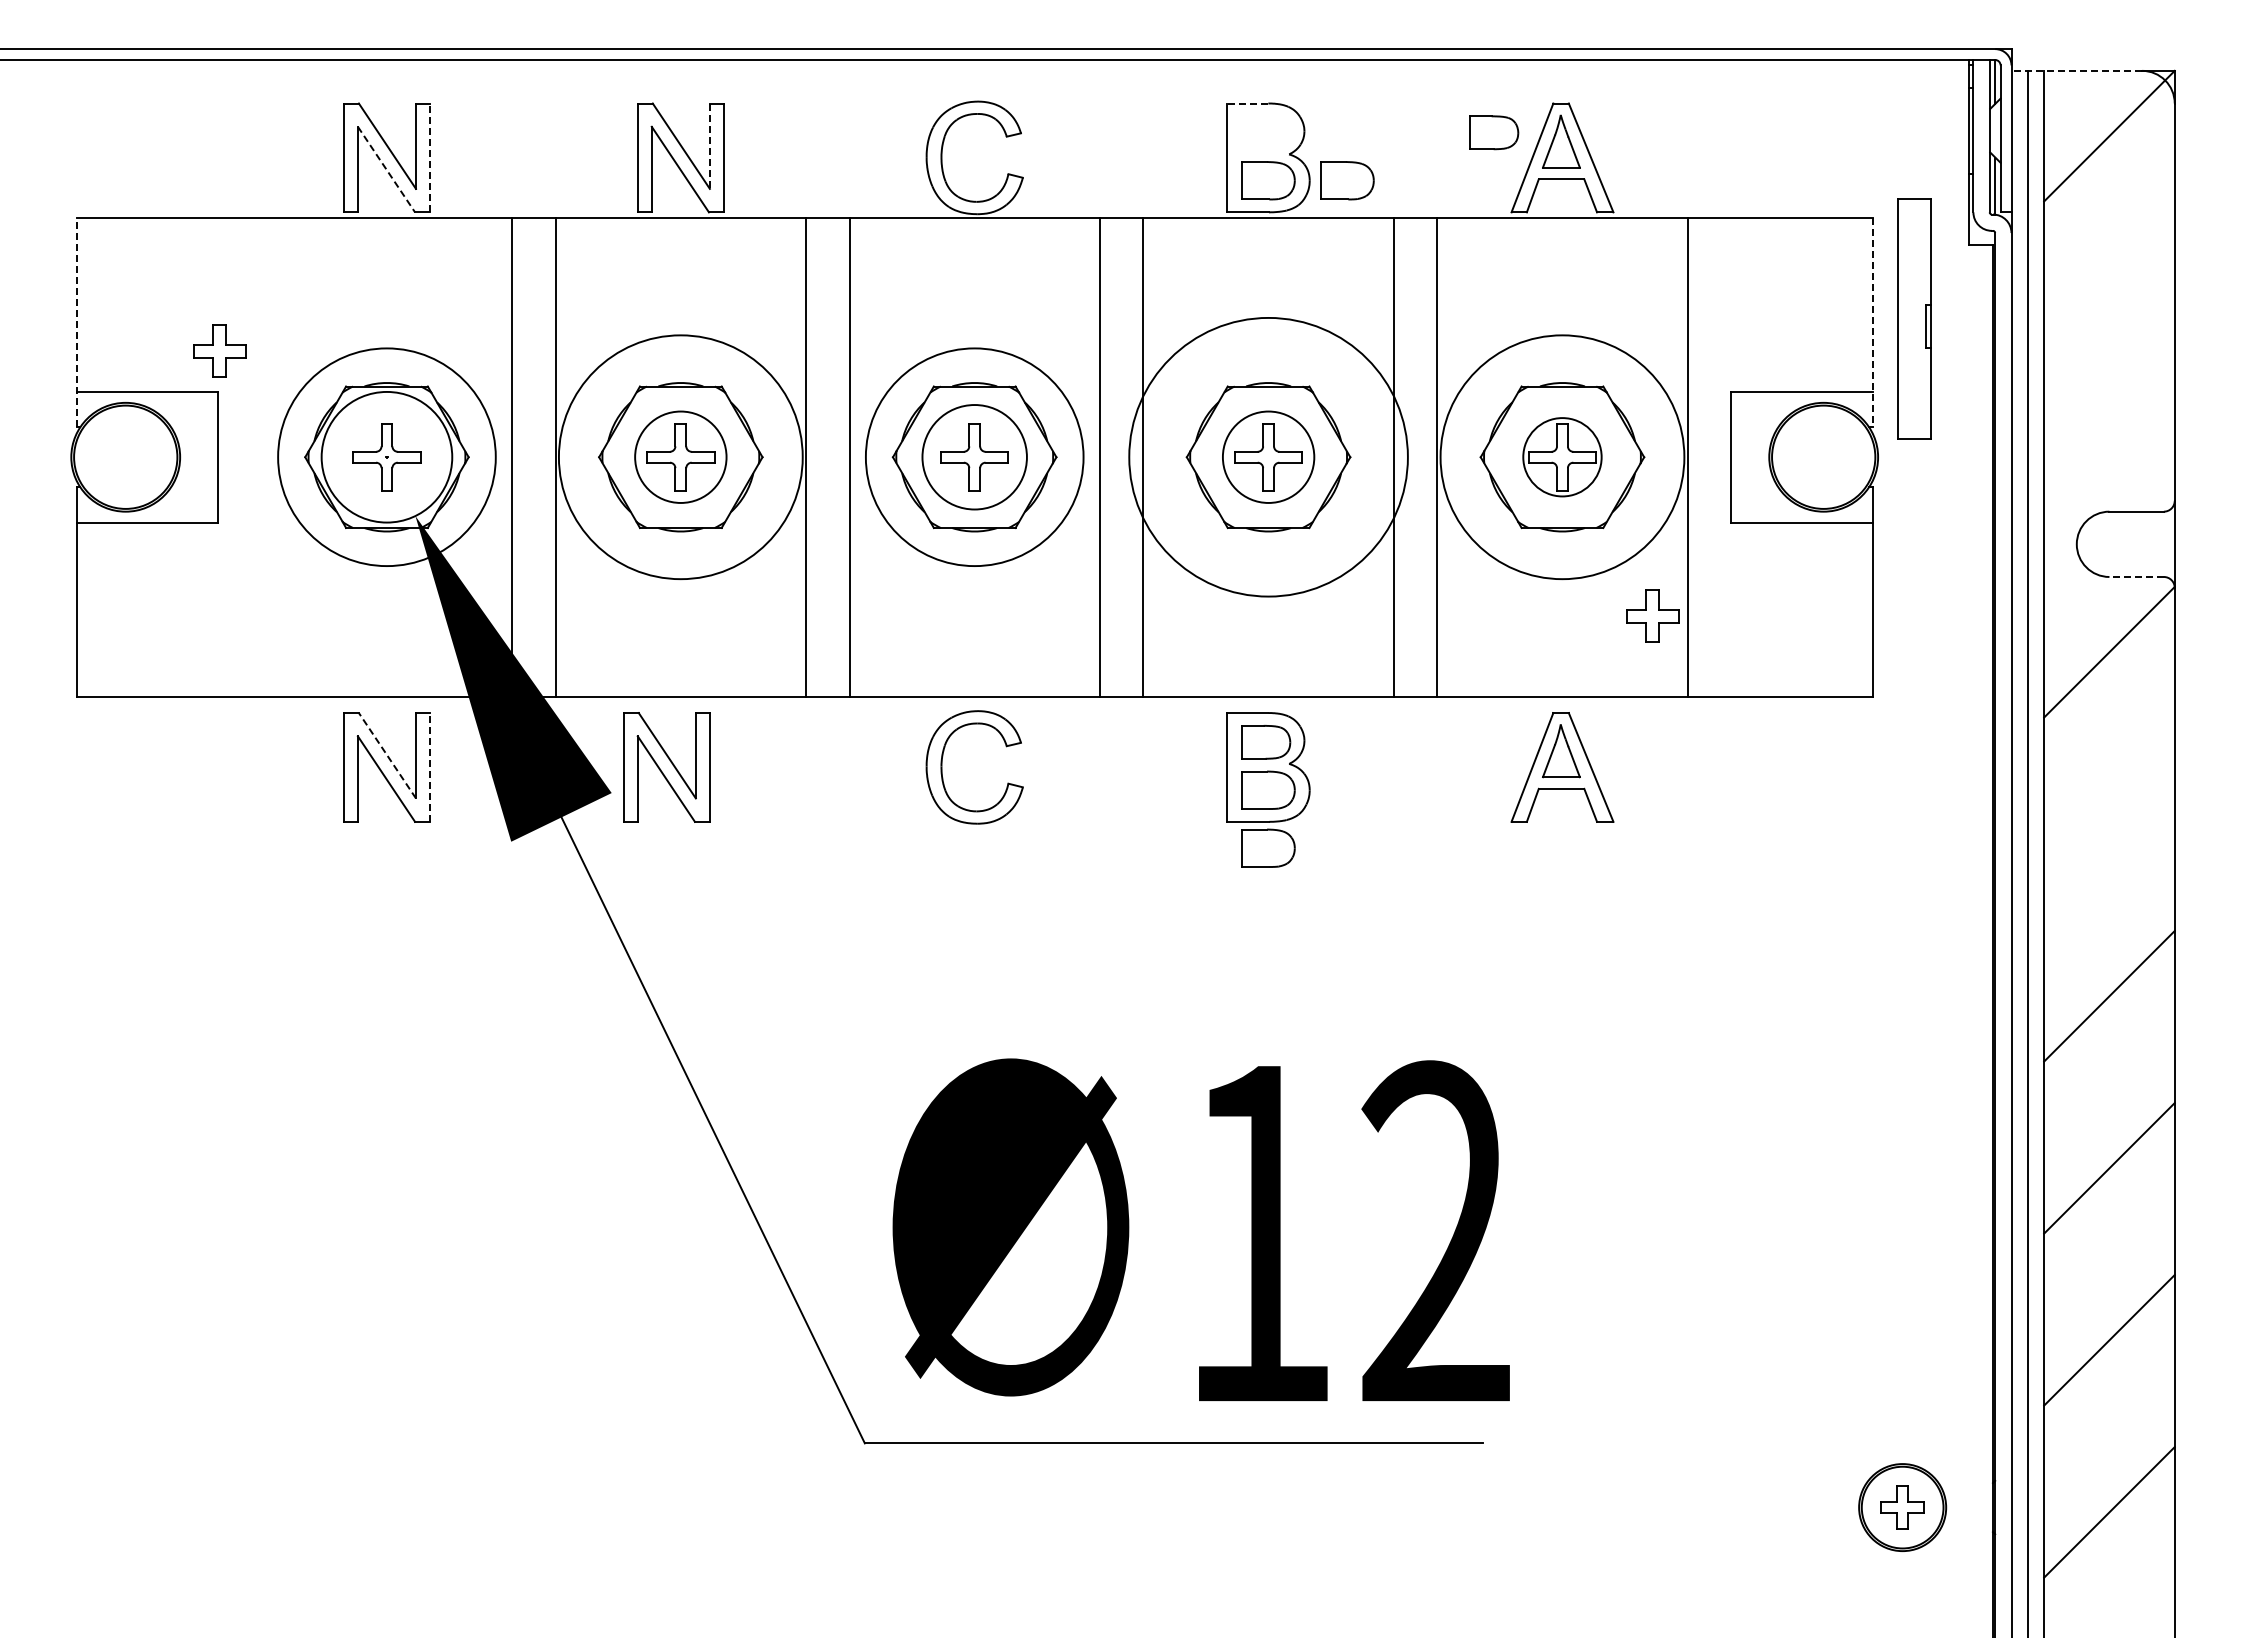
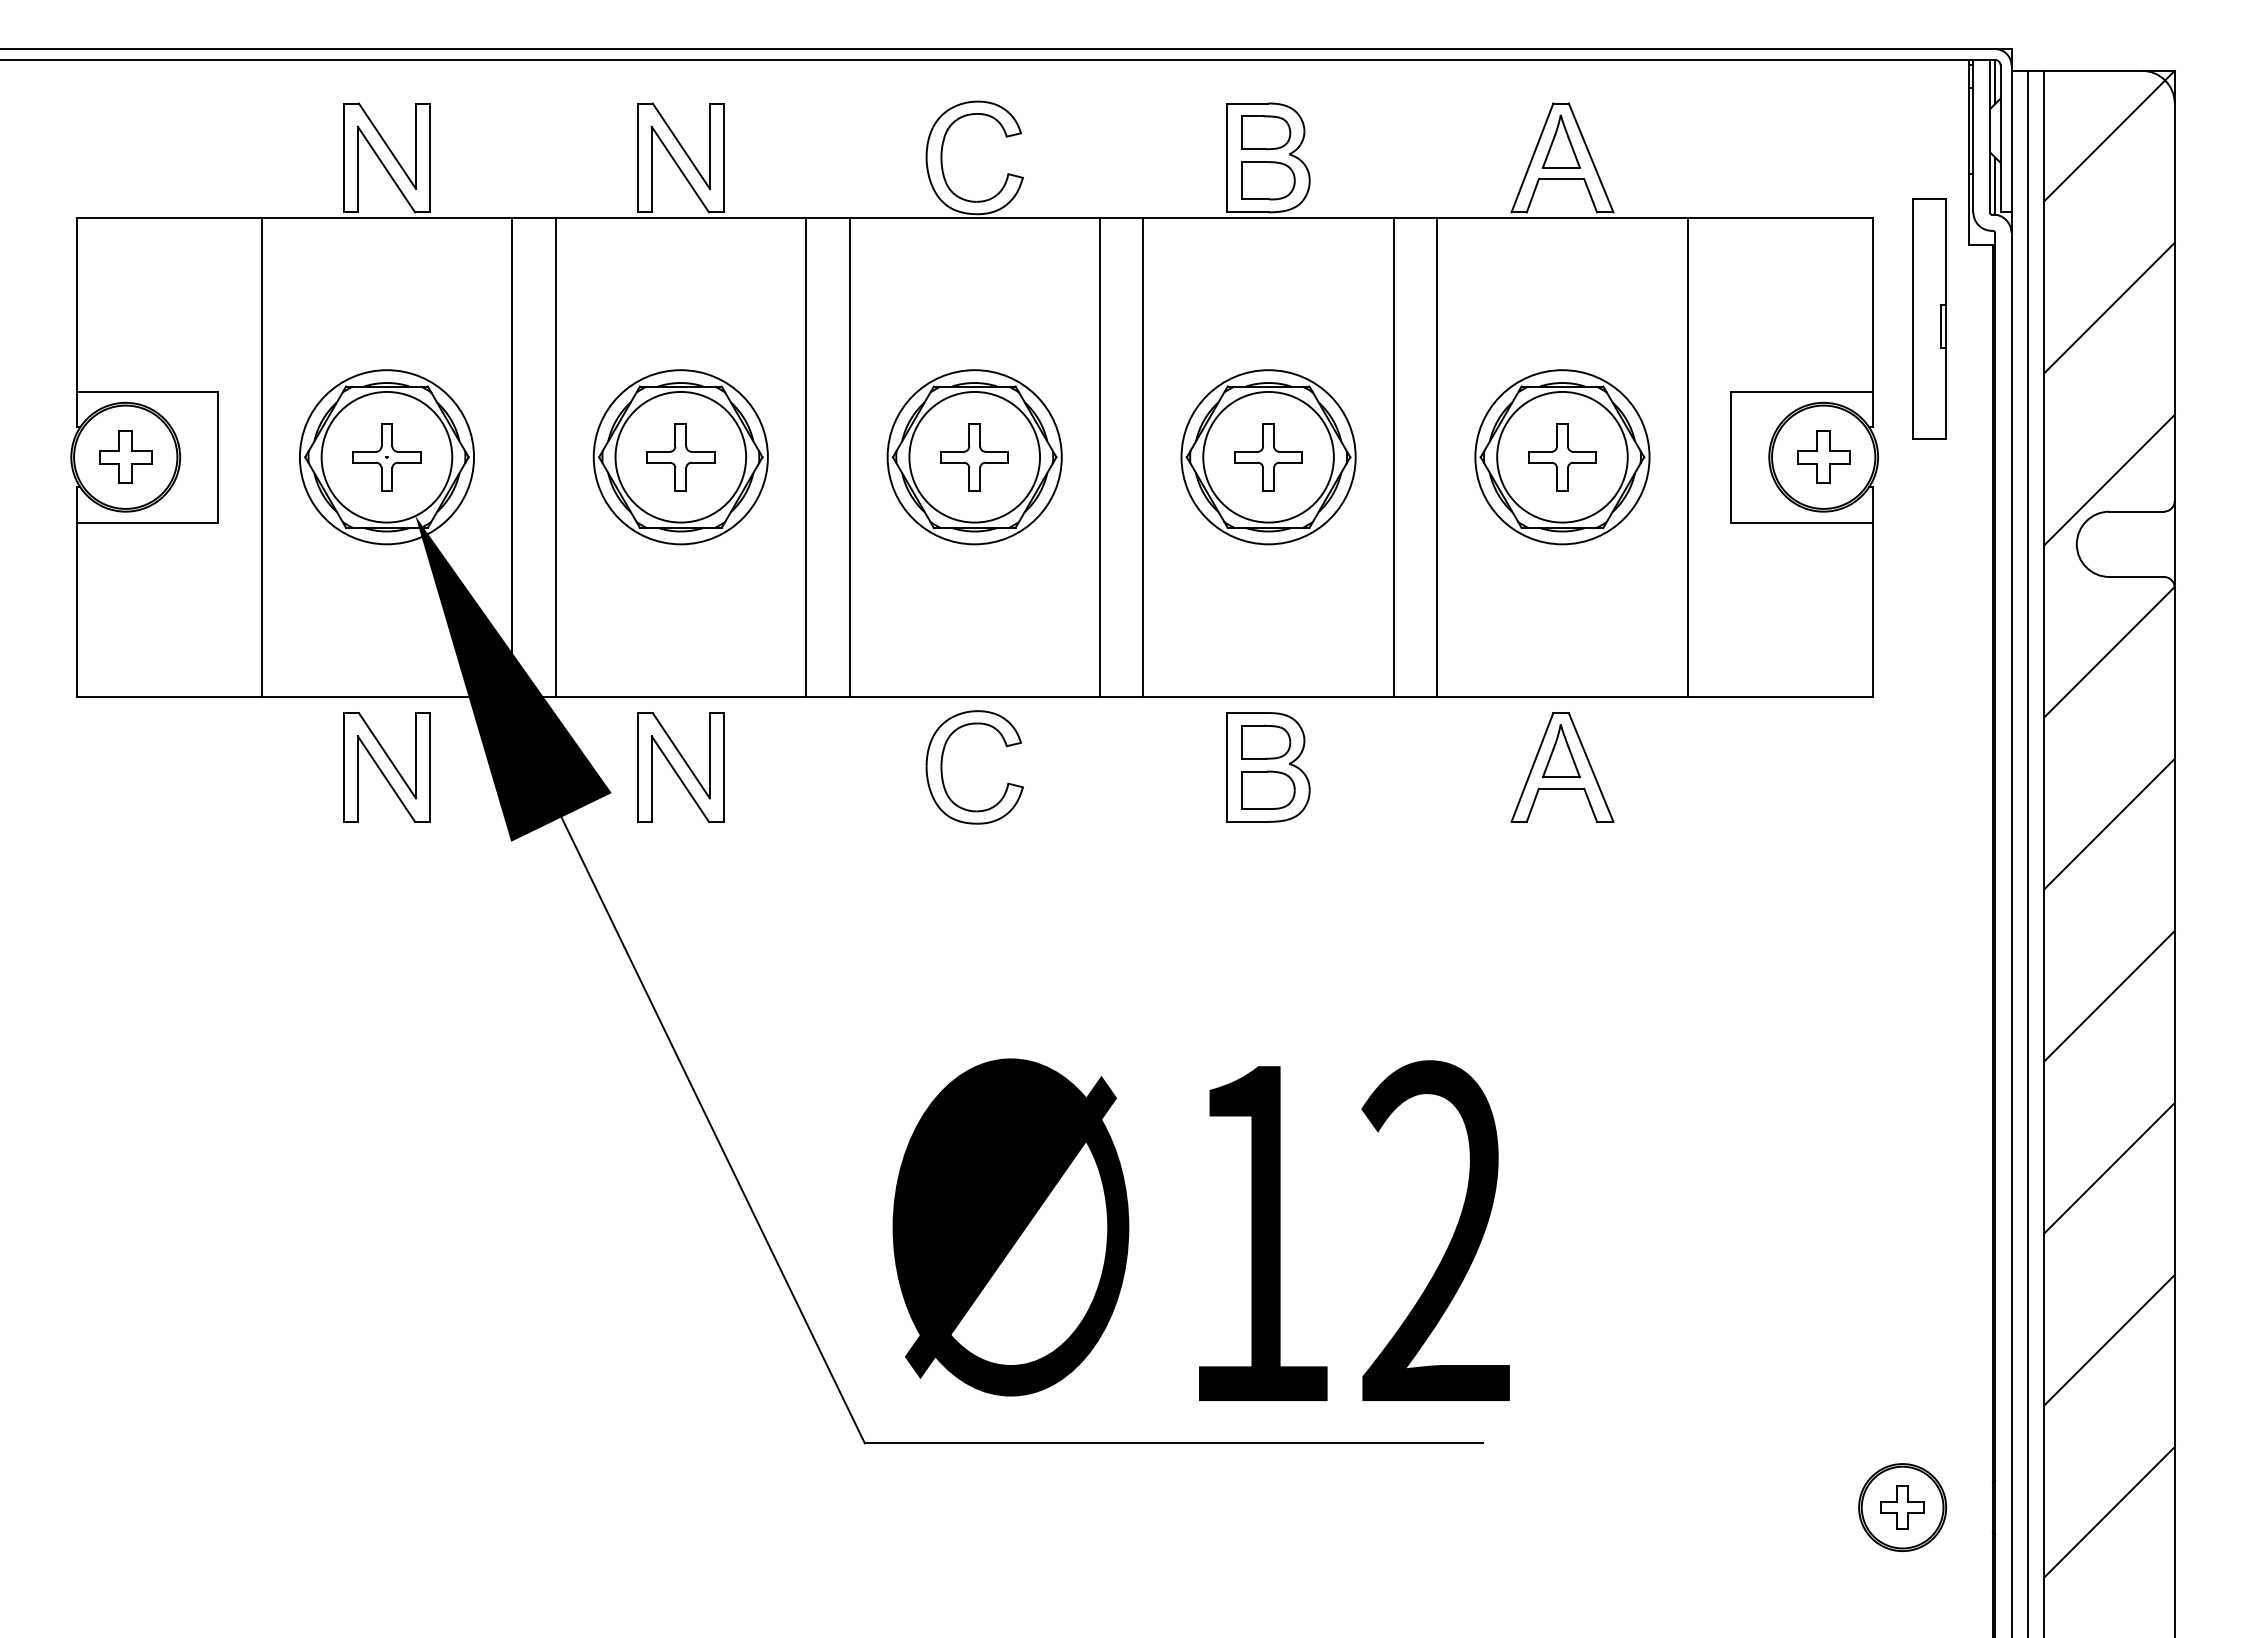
line at (2076, 70): dashed -> solid
line at (1247, 103): dashed -> solid
part at (1494, 132) position: (1494, 132) -> (1266, 132)
line at (709, 146): dashed -> solid
line at (429, 157): dashed -> solid
line at (386, 170): dashed -> solid
part at (1347, 180): present -> none
line at (2109, 307): none -> present
part at (1914, 318) position: (1914, 318) -> (1929, 318)
line at (76, 322): dashed -> solid
line at (1872, 322): dashed -> solid
part at (219, 350) position: (219, 350) -> (125, 456)
line at (261, 456): none -> present
circle at (680, 456) diameter: 91 px -> 131 px
circle at (1268, 456) diameter: 279 px -> 174 px
circle at (1268, 456) diameter: 91 px -> 131 px
circle at (386, 457) diameter: 218 px -> 174 px
circle at (680, 457) diameter: 244 px -> 174 px
circle at (974, 457) diameter: 104 px -> 131 px
circle at (974, 457) diameter: 218 px -> 174 px
circle at (1562, 457) diameter: 244 px -> 174 px
circle at (1562, 457) diameter: 78 px -> 131 px
line at (2109, 479): none -> present
line at (2136, 576): dashed -> solid
part at (1652, 615) position: (1652, 615) -> (1823, 456)
line at (387, 755): dashed -> solid
line at (429, 766): dashed -> solid
part at (666, 767) position: (666, 767) -> (680, 767)
line at (2109, 823): none -> present
part at (1268, 847): present -> none
